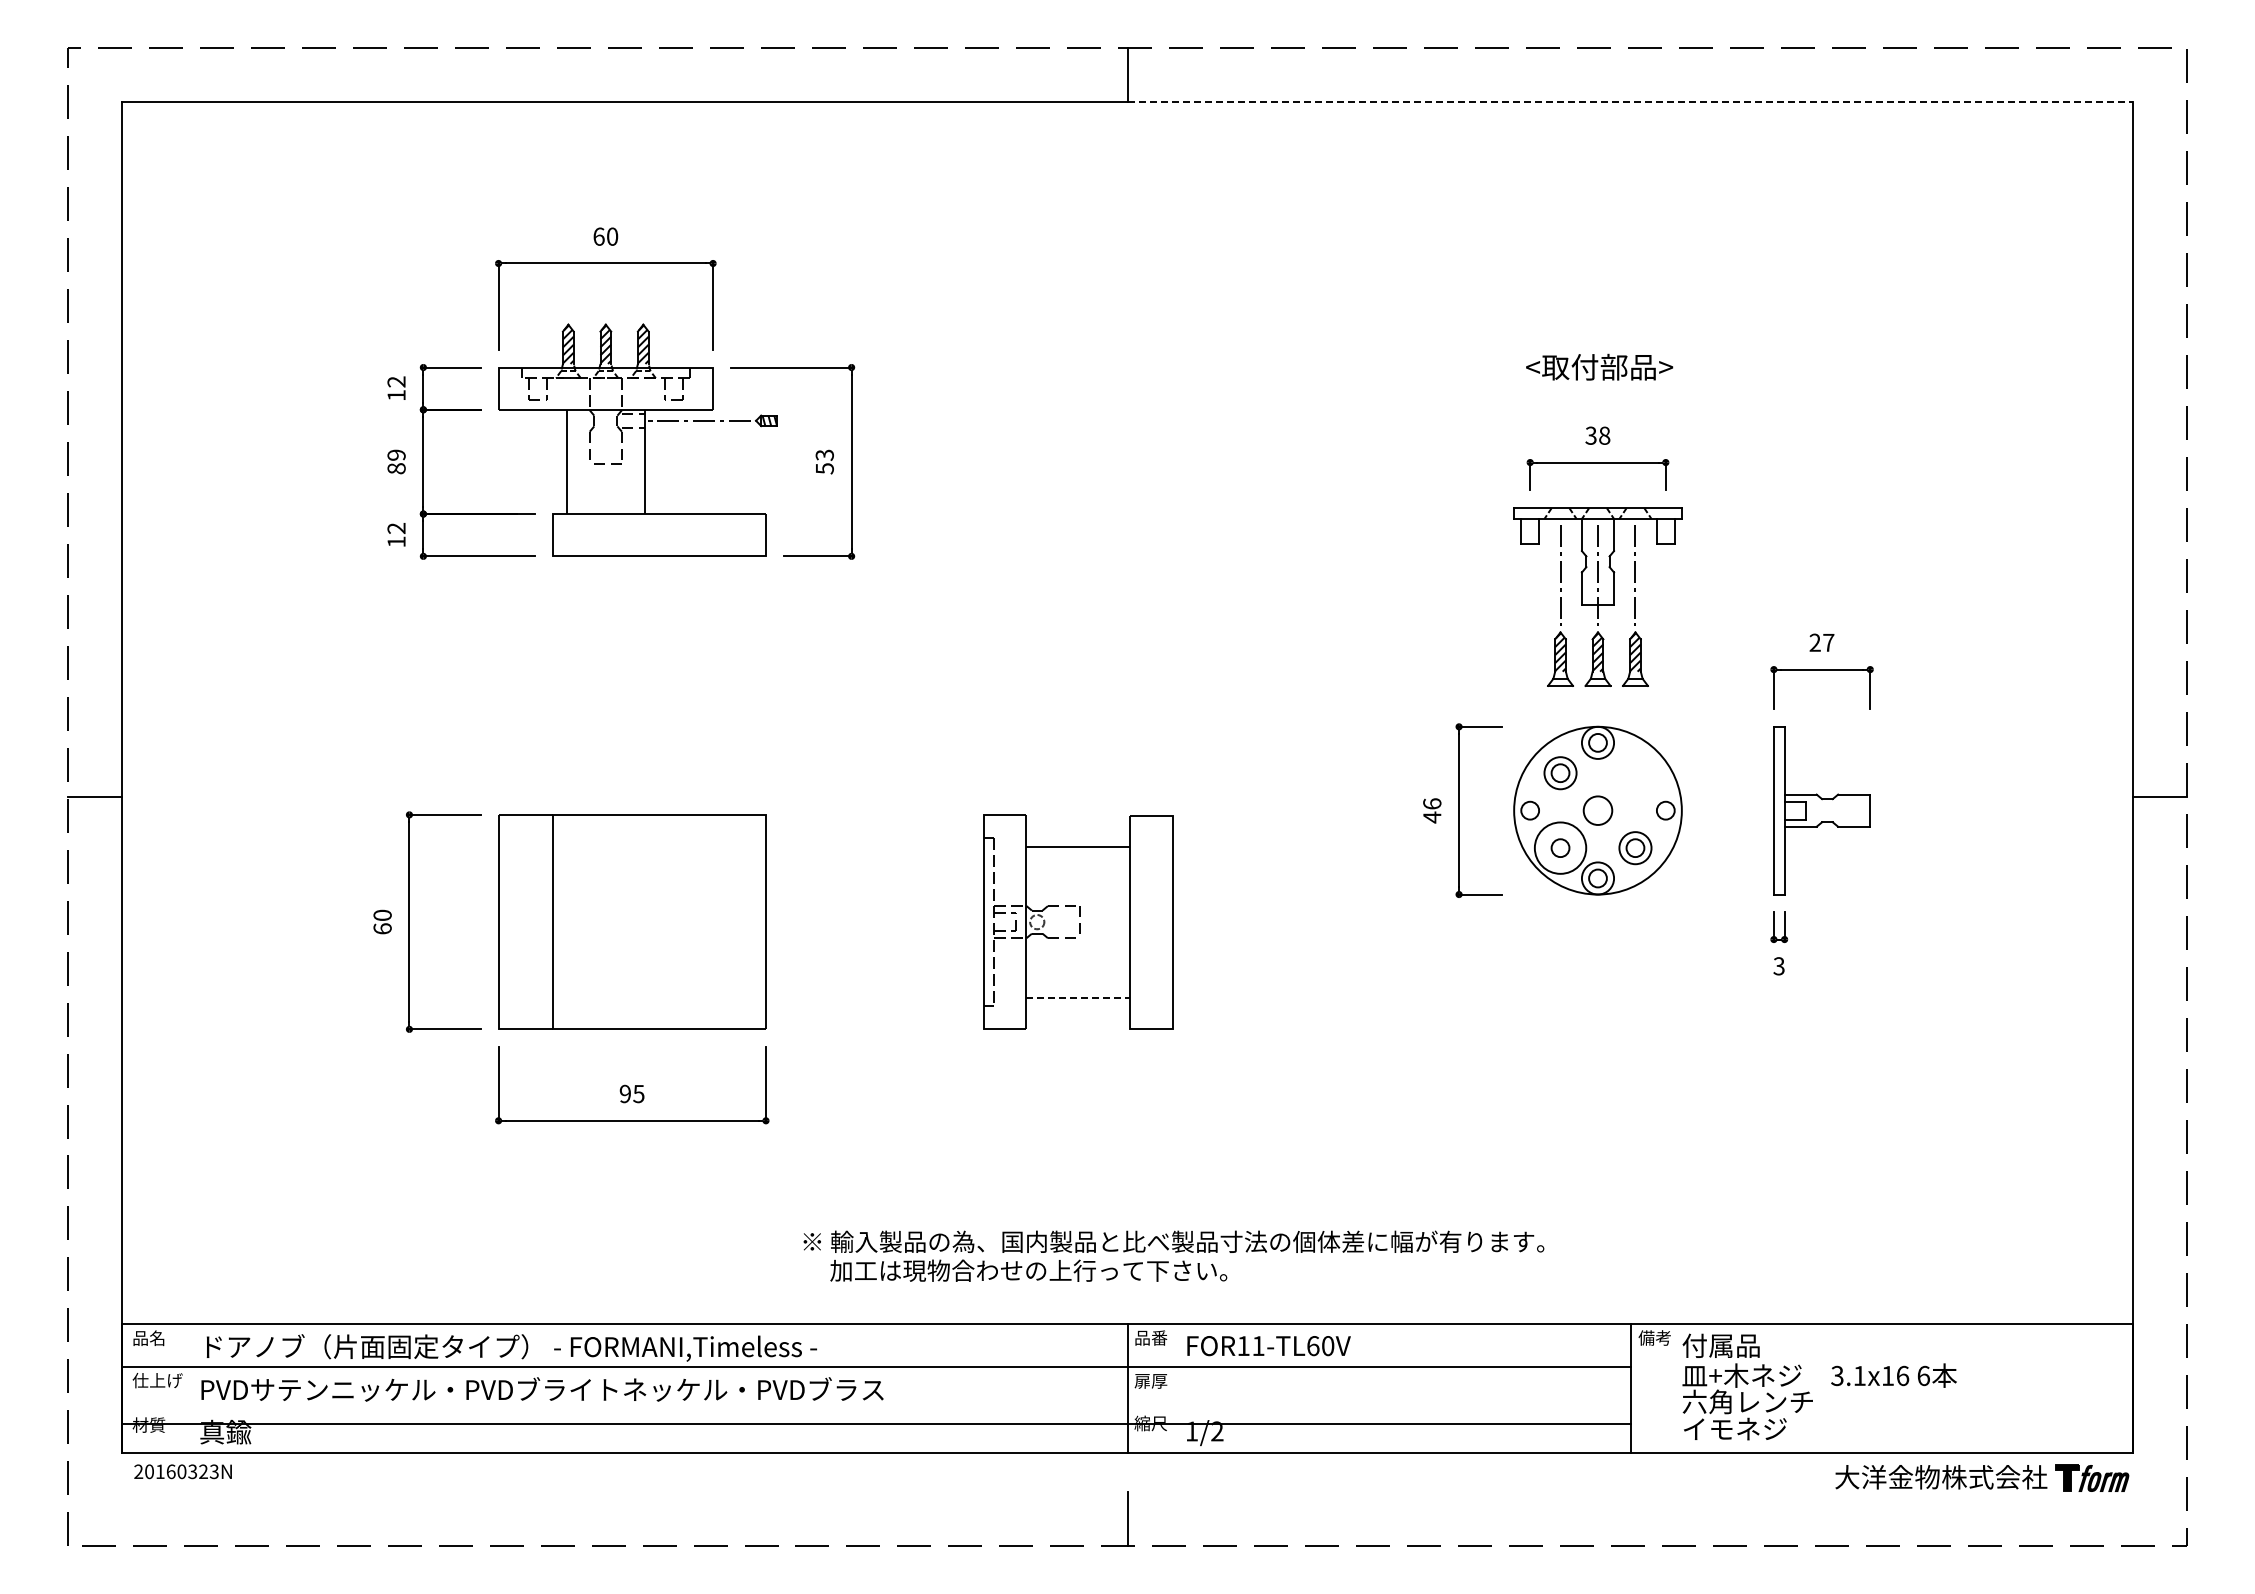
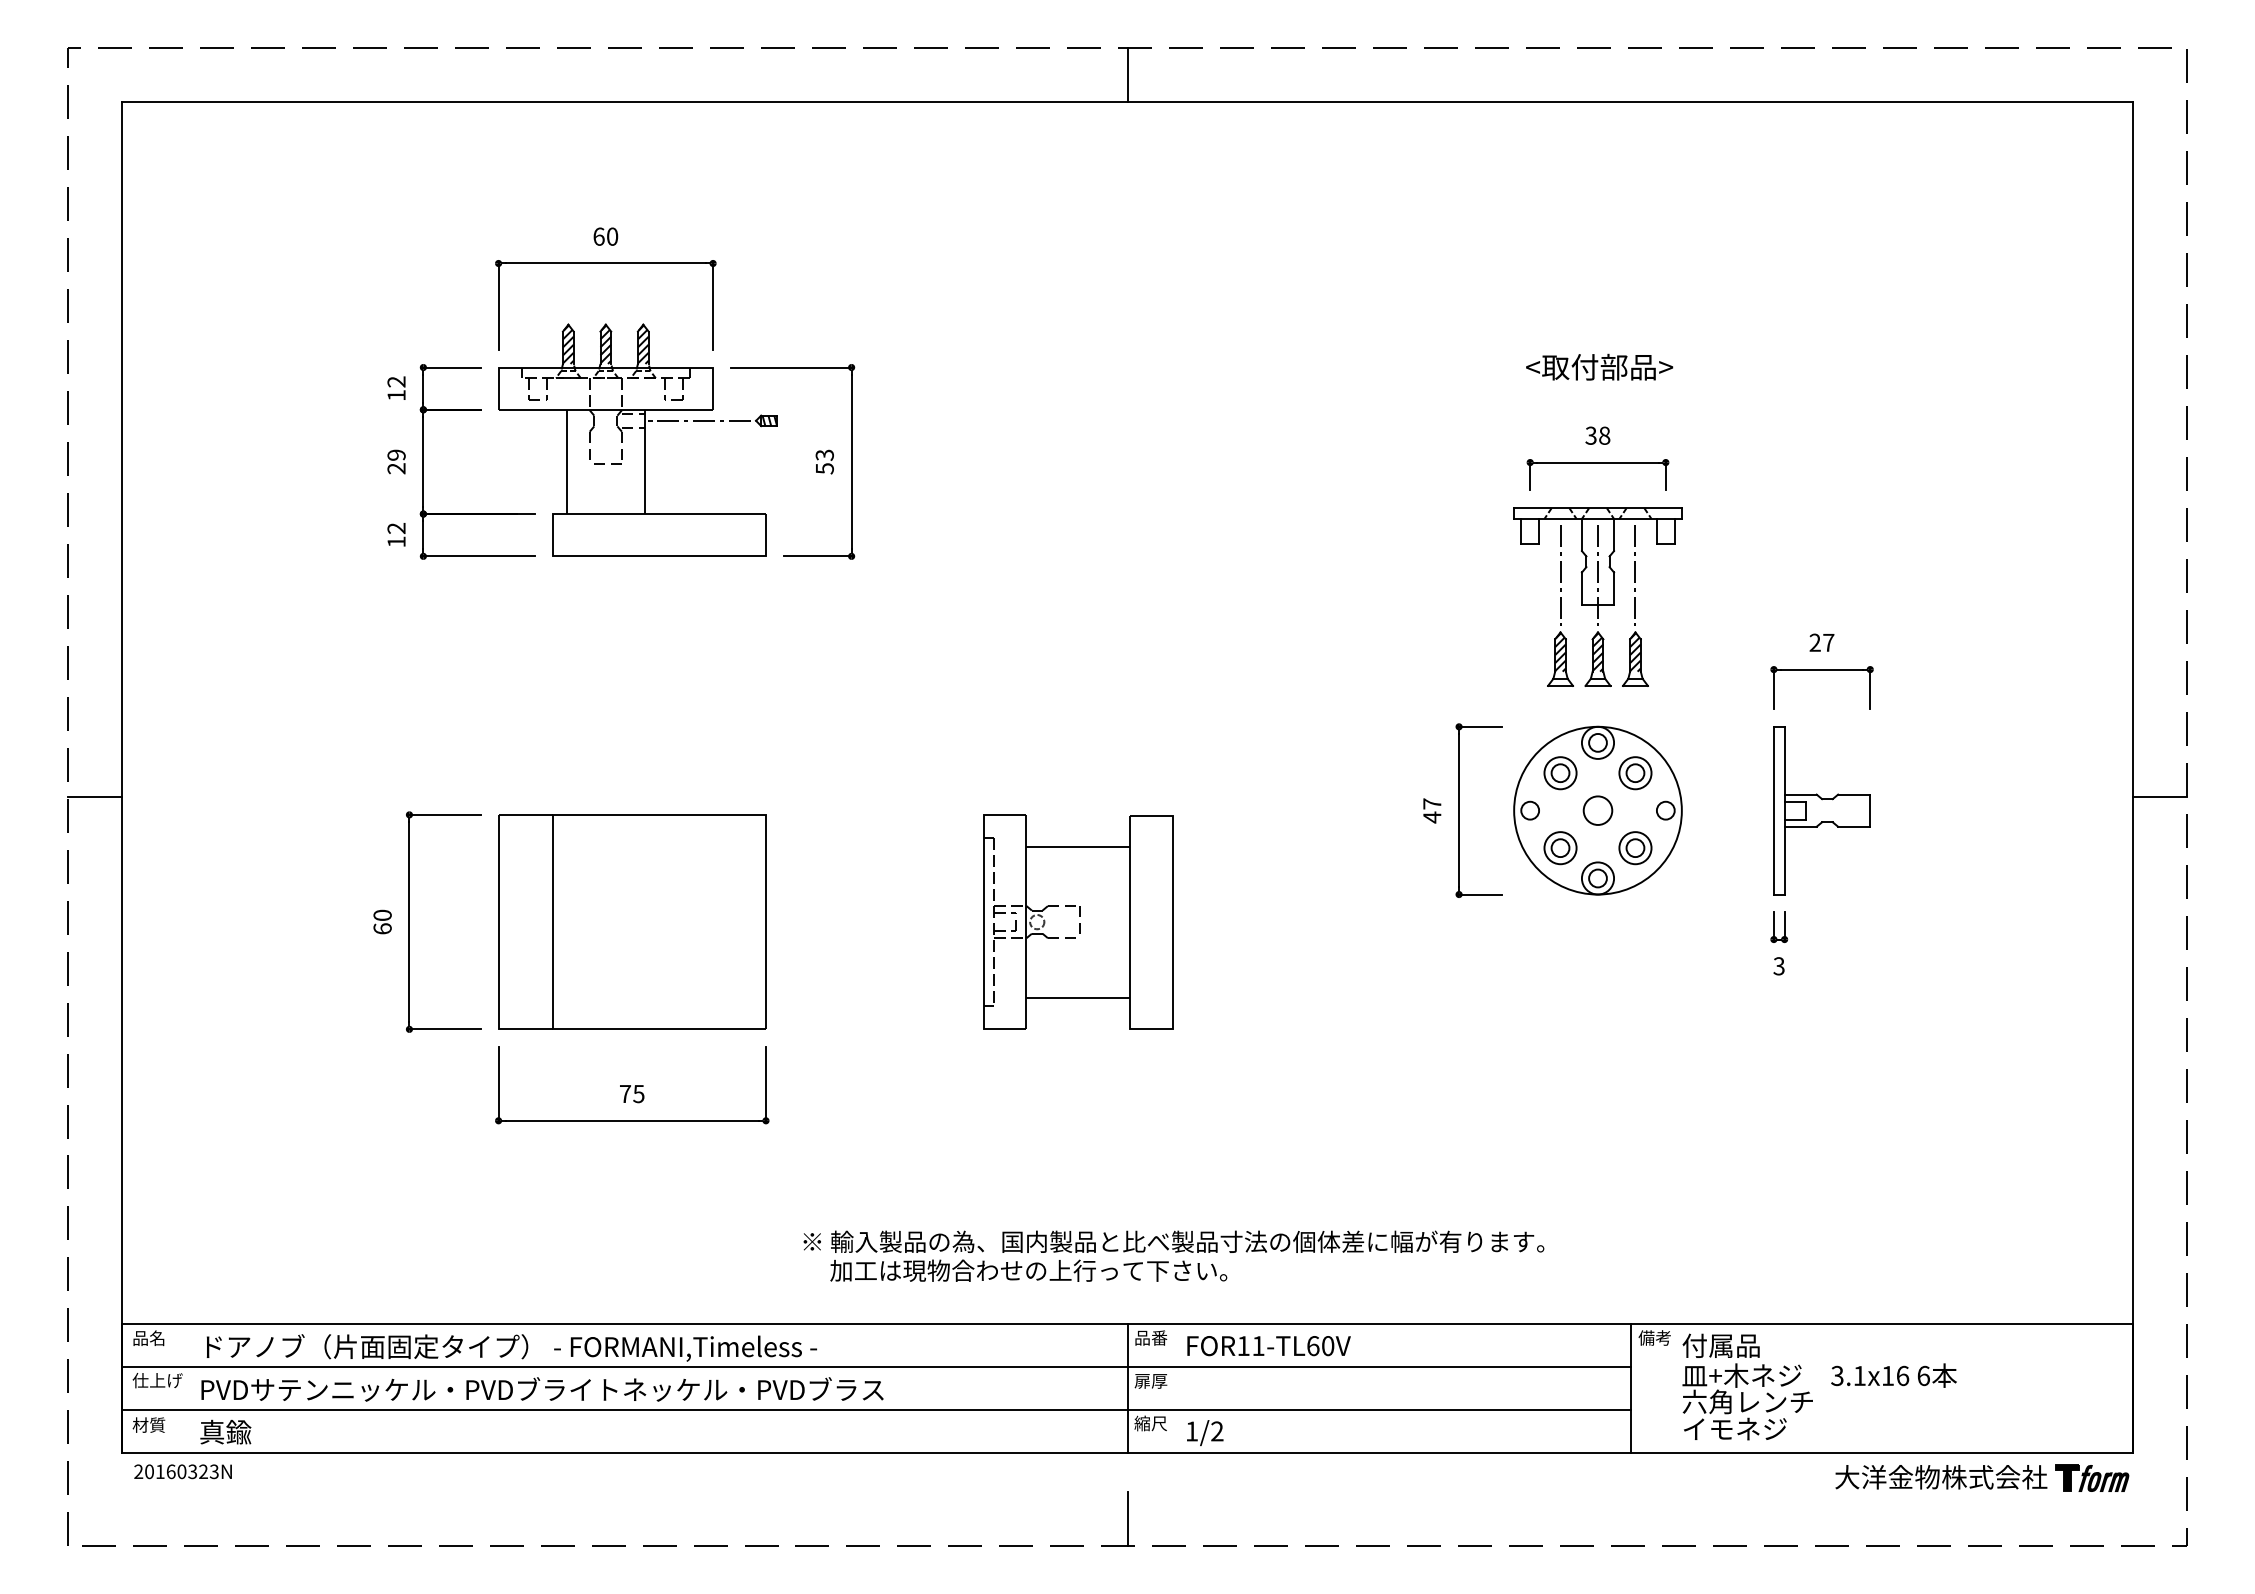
line at (1630, 102): dashed -> solid
text at (396, 468): 89 -> 29
part at (1635, 773): none -> present
text at (1432, 803): 46 -> 47
circle at (1560, 847) diameter: 51 px -> 32 px
line at (1078, 997): dashed -> solid
text at (625, 1093): 95 -> 75
line at (876, 1423) position: (876, 1423) -> (876, 1409)
